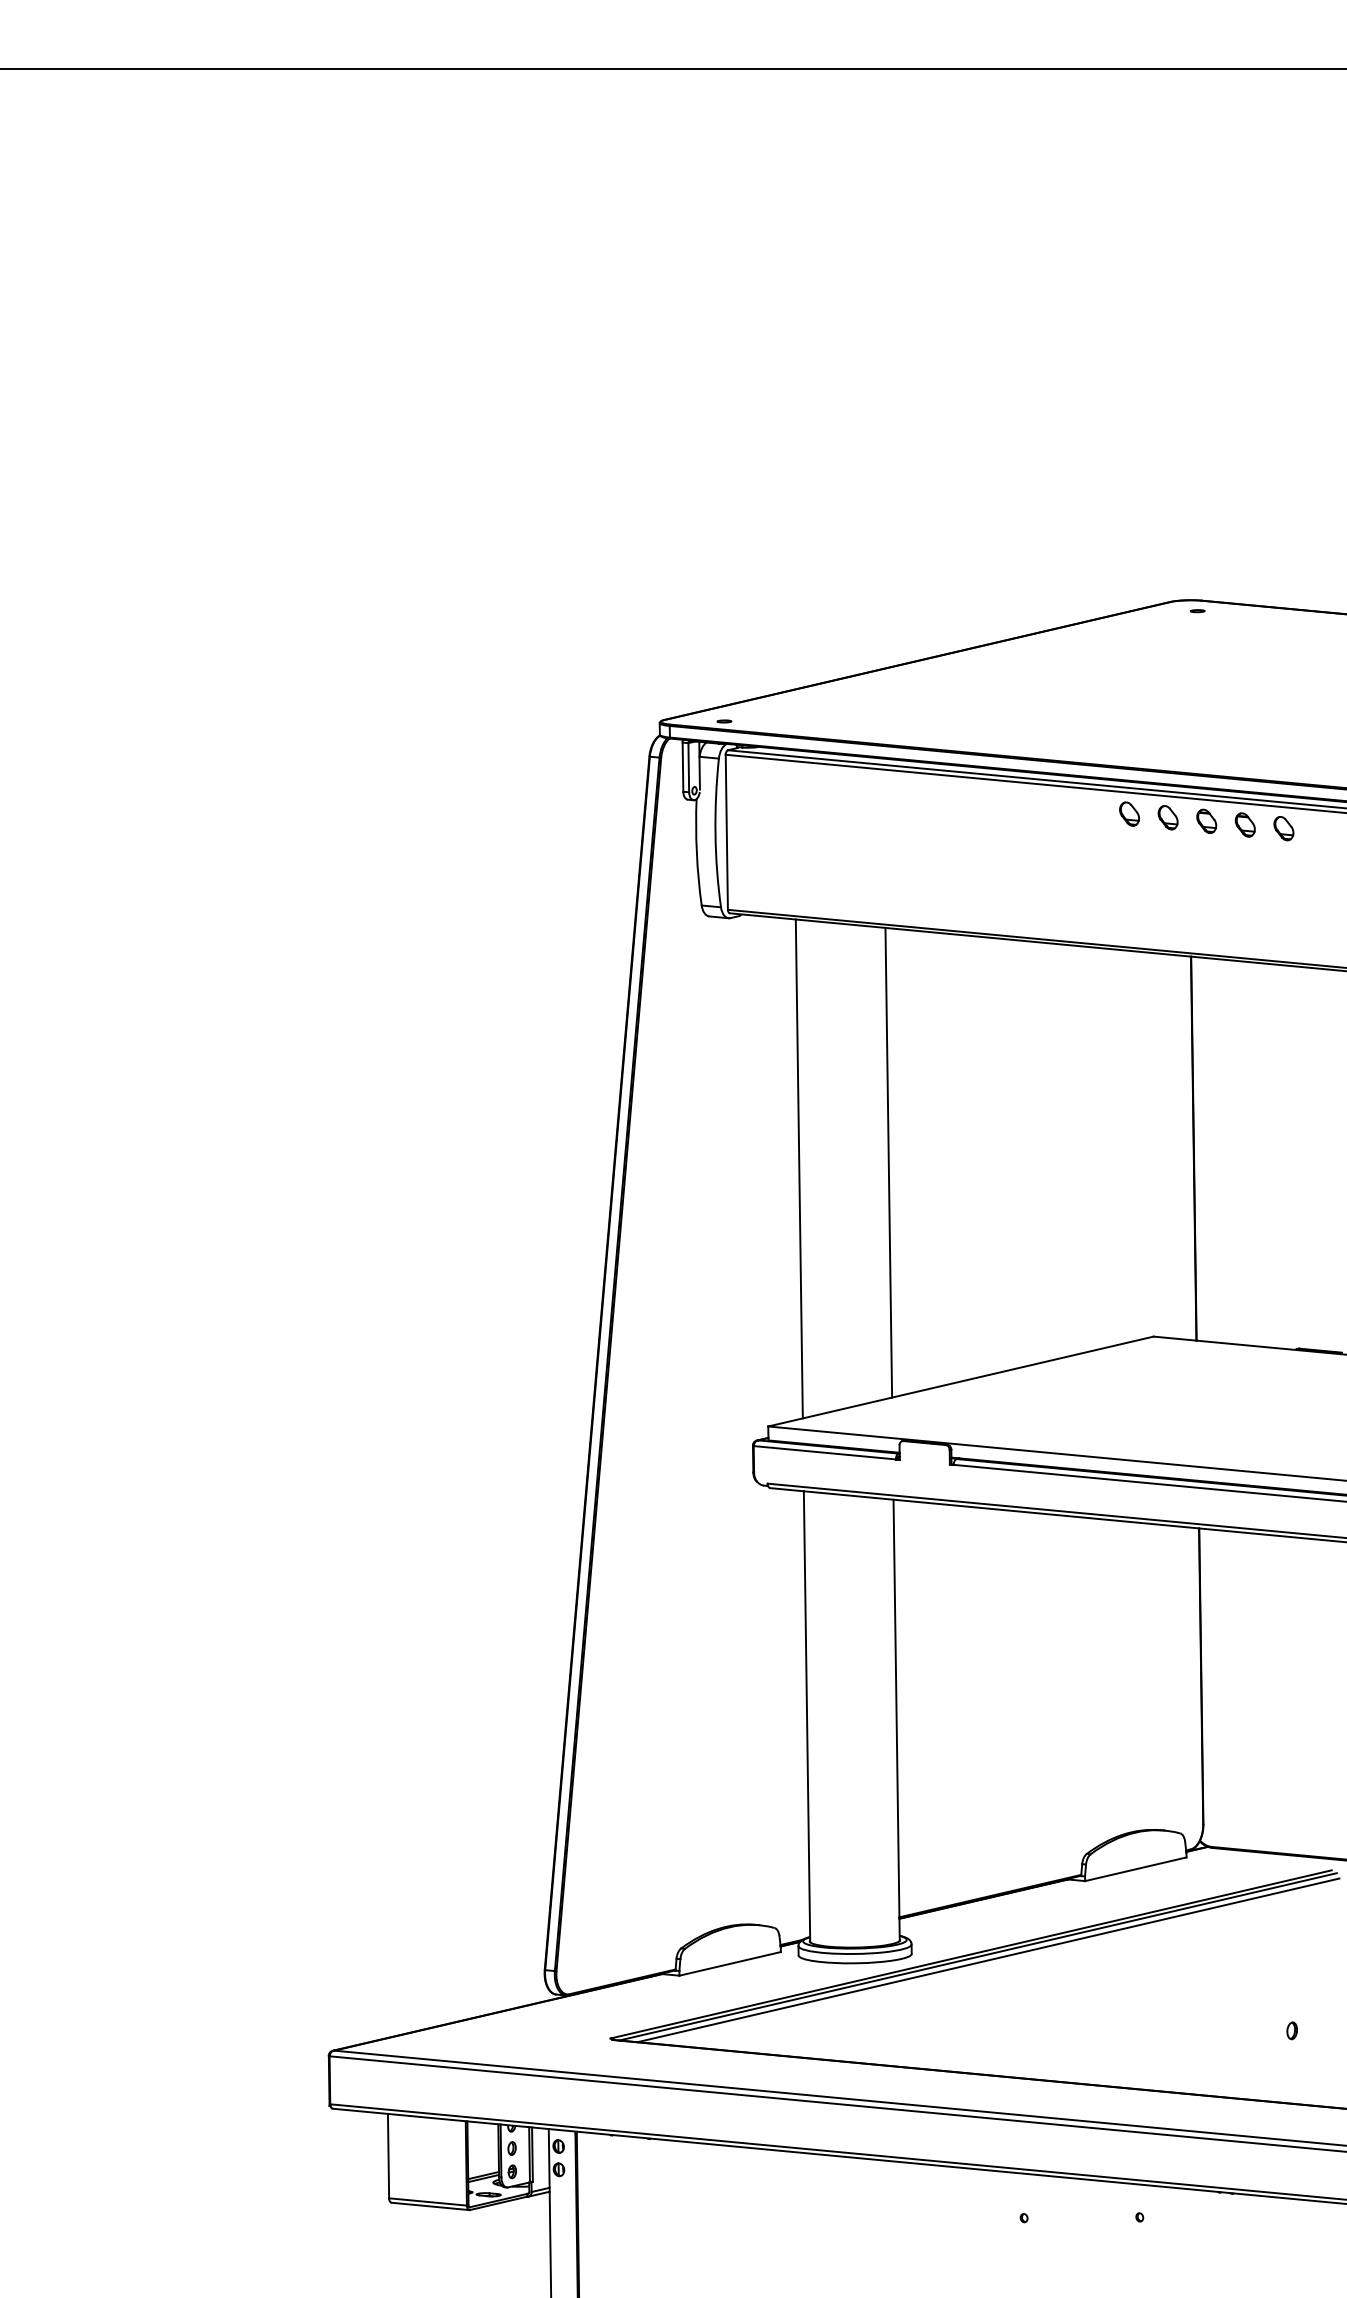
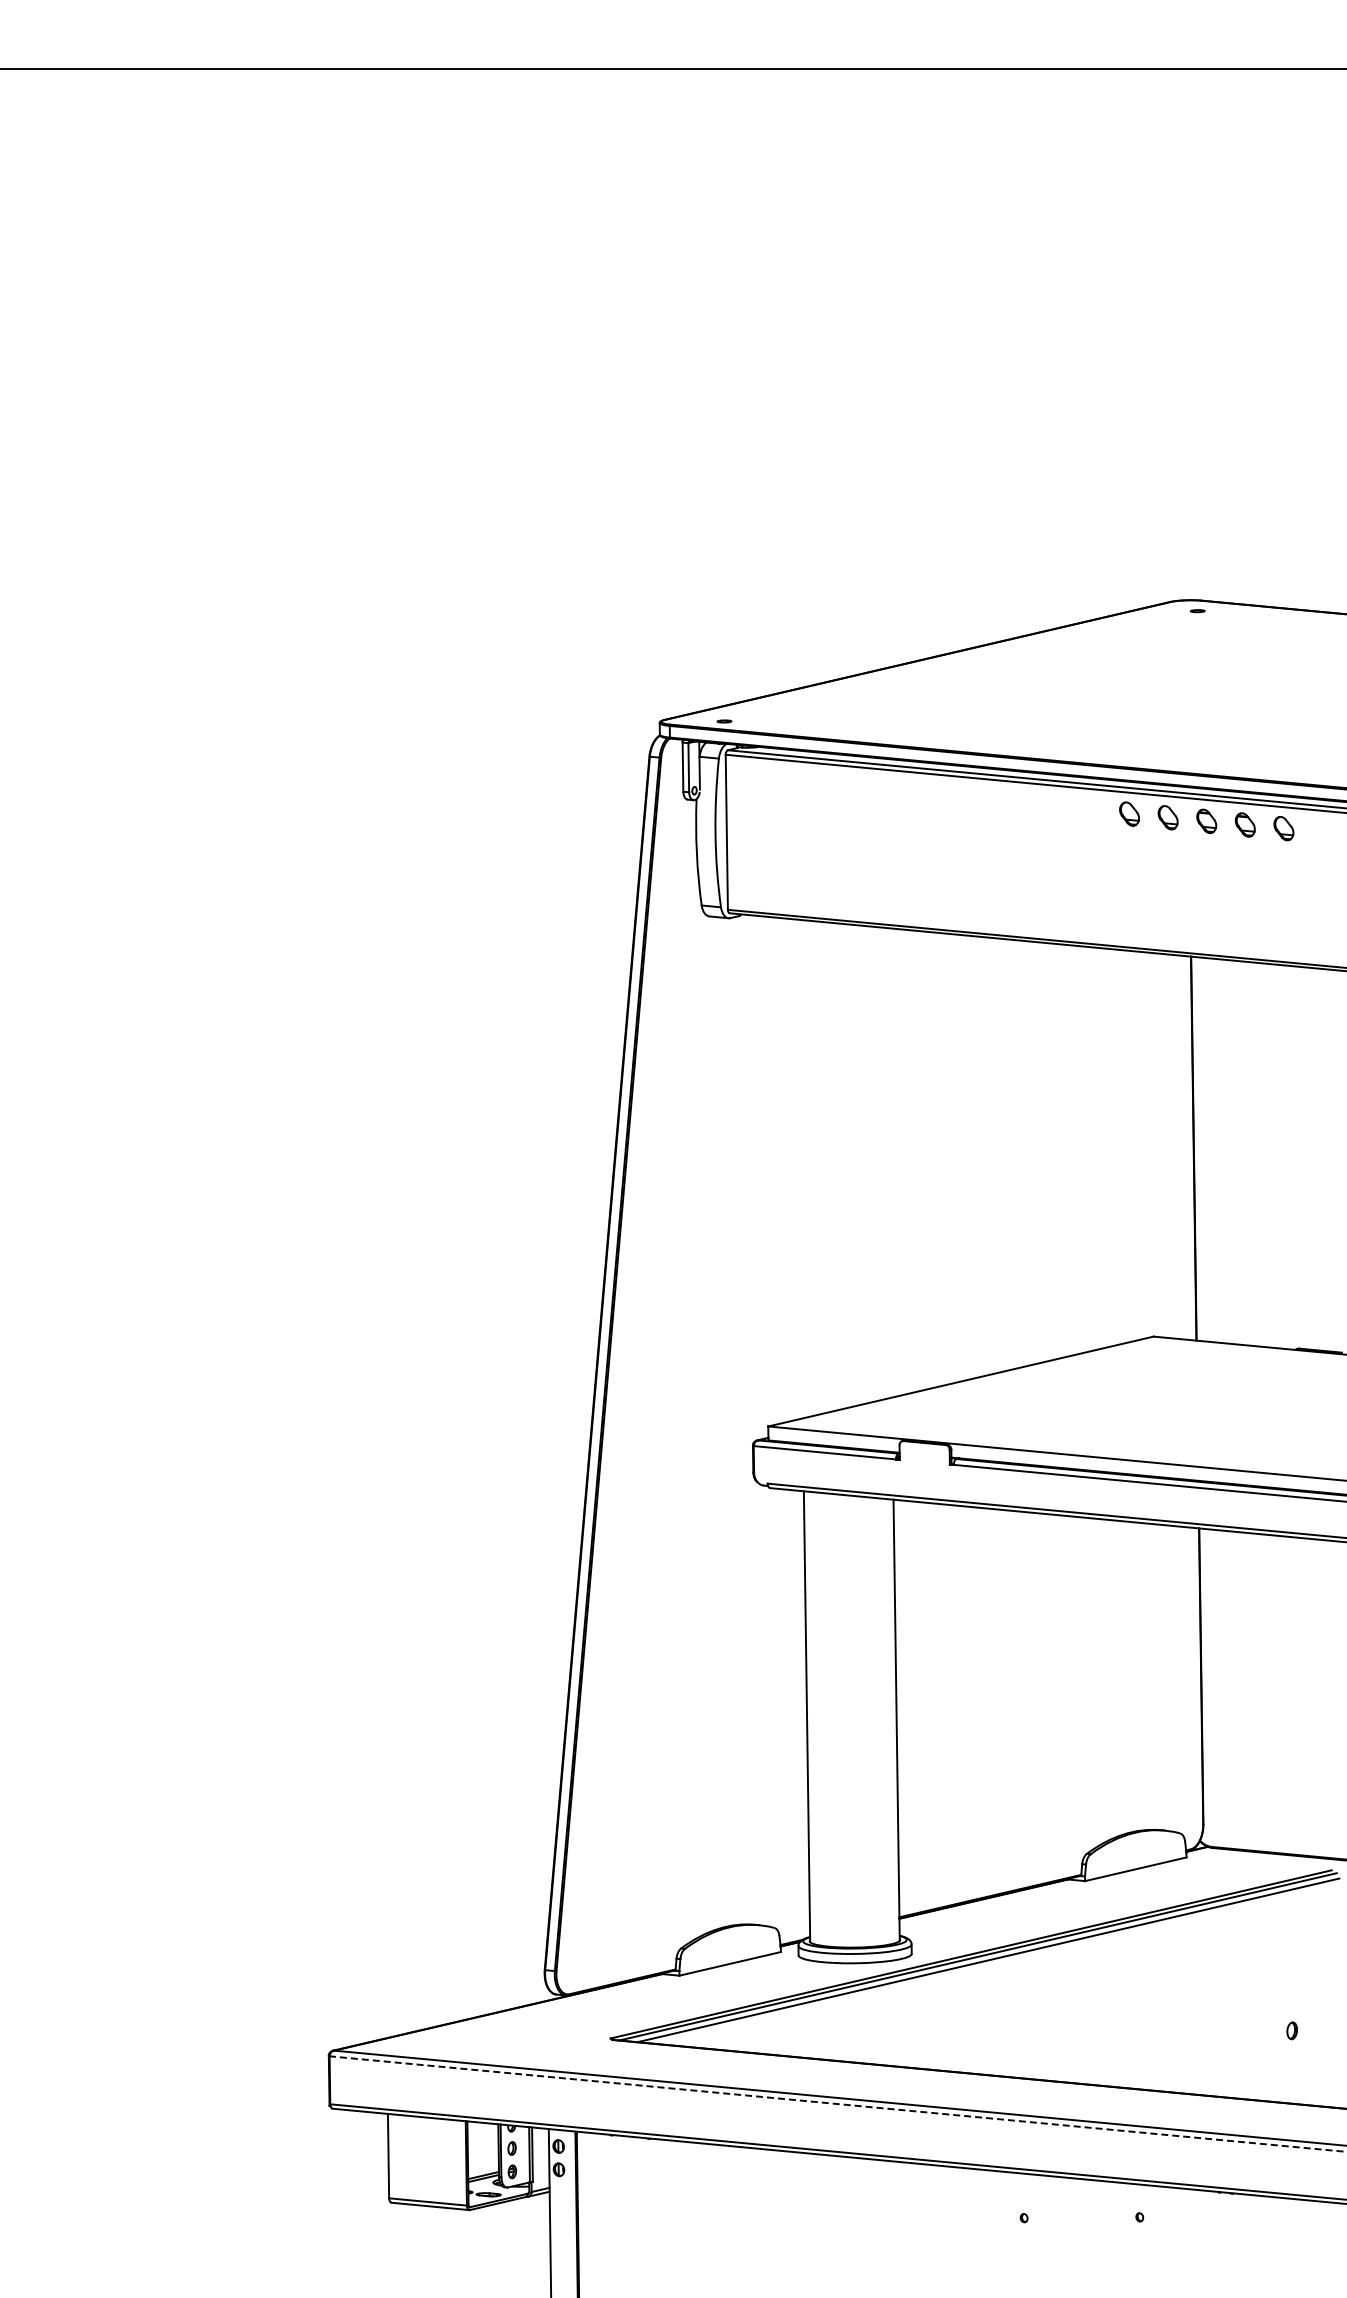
line at (888, 1162): present -> none
line at (798, 1168): present -> none
line at (838, 2104): solid -> dashed
